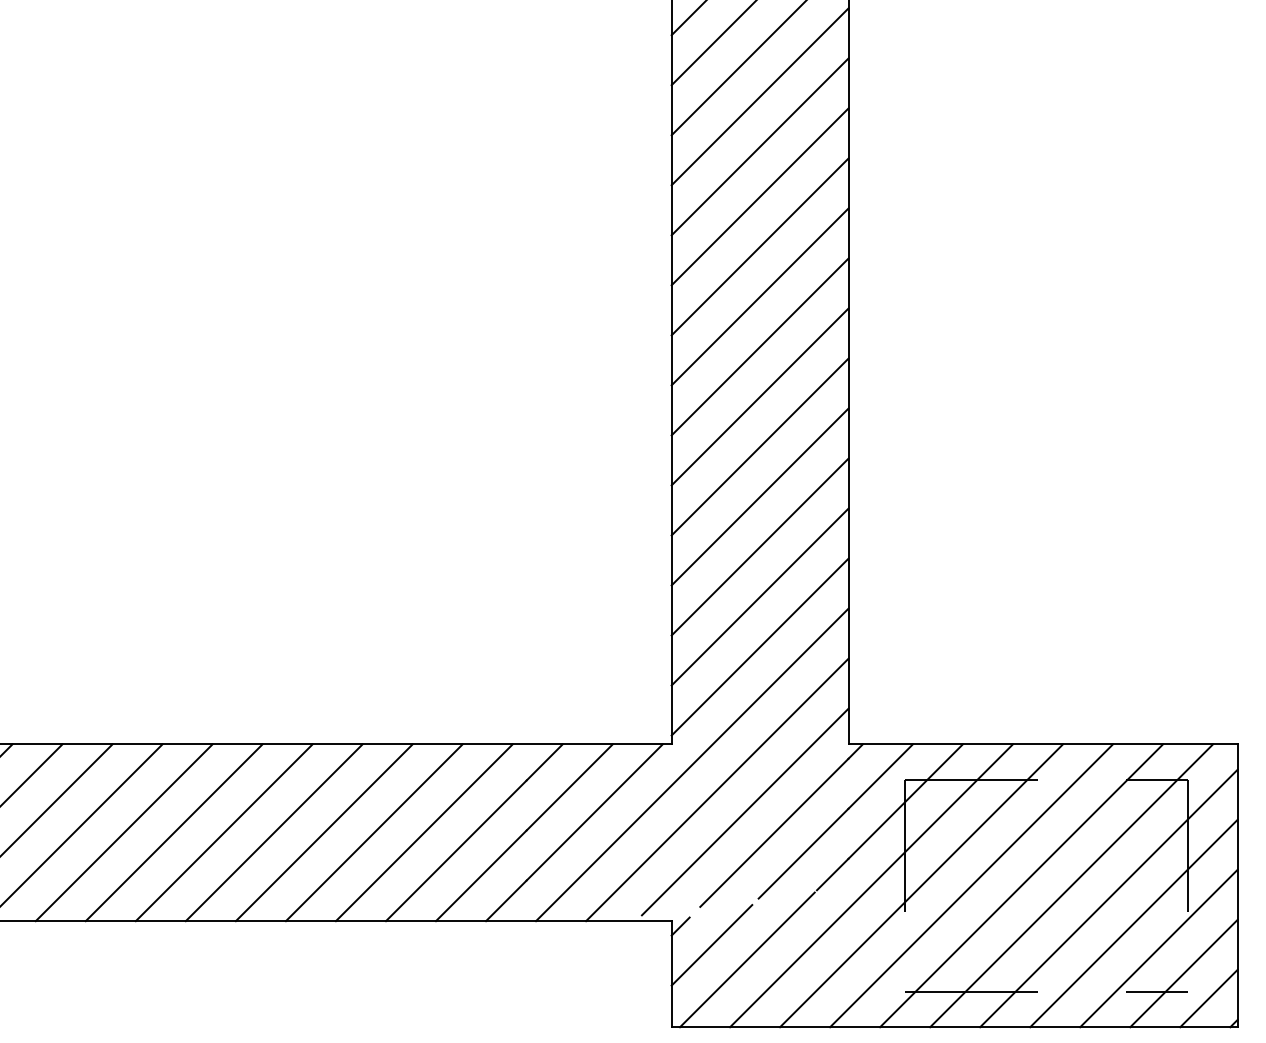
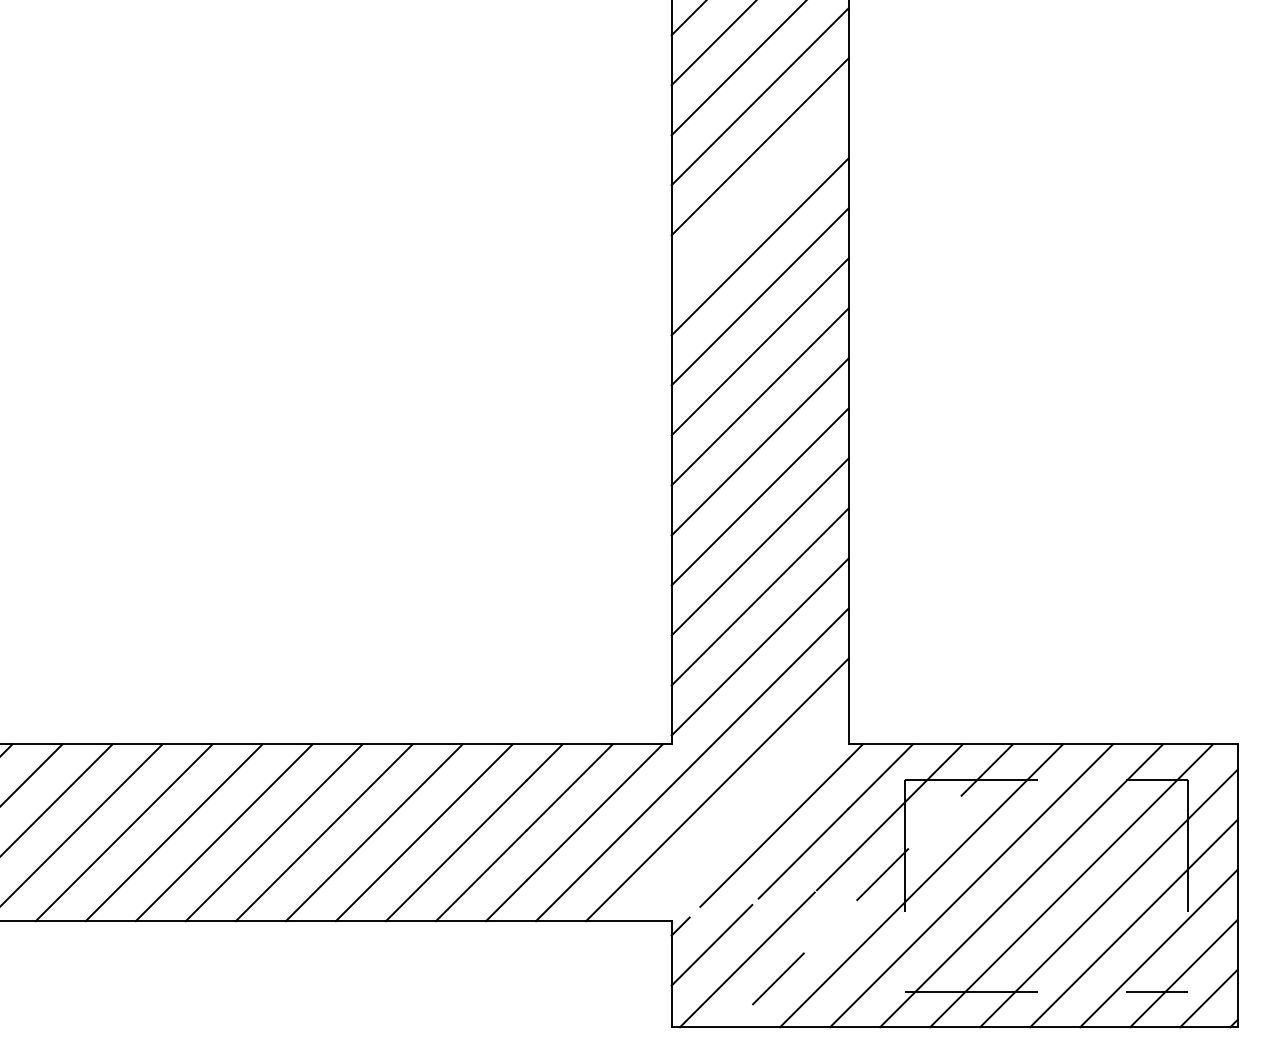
line at (759, 196): present -> none
line at (744, 811): present -> none
line at (871, 886): solid -> dashed
